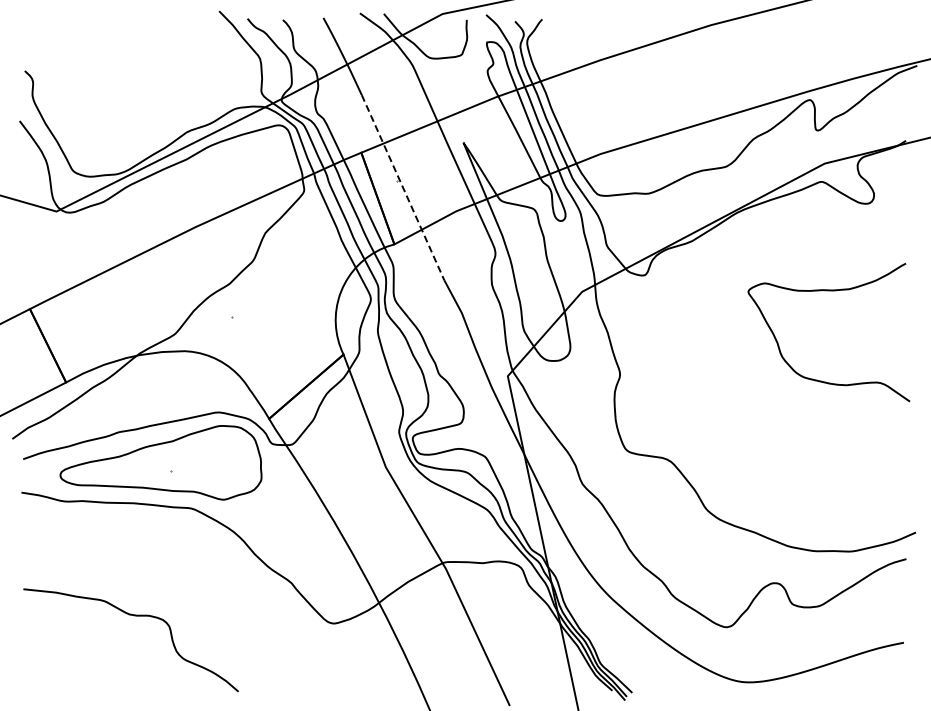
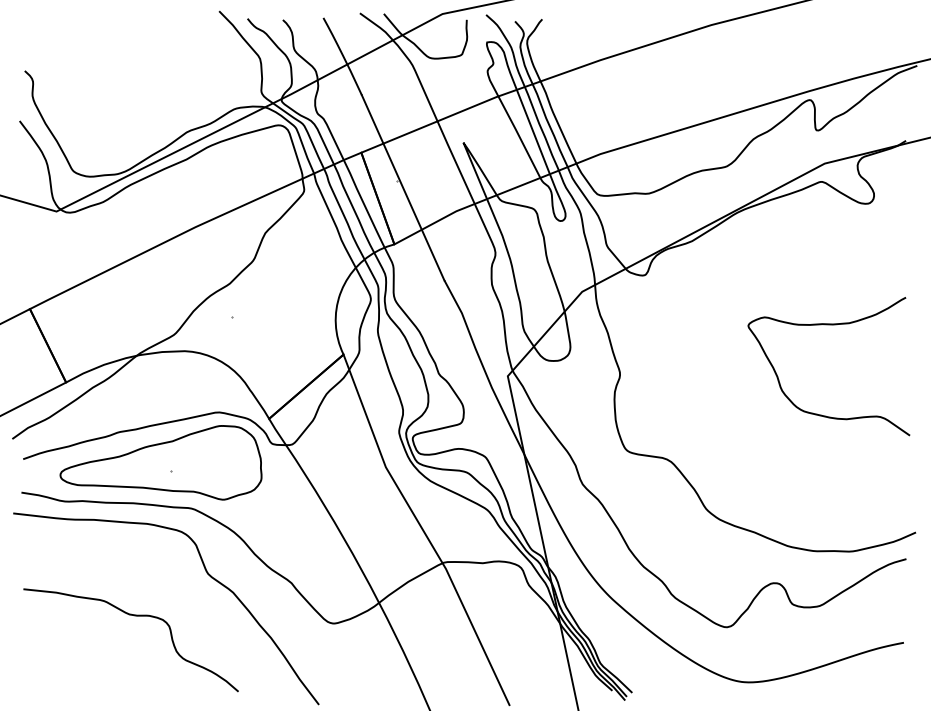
line at (403, 188): dashed -> solid
curve at (828, 291) position: (828, 291) -> (828, 325)
curve at (206, 573): none -> present
